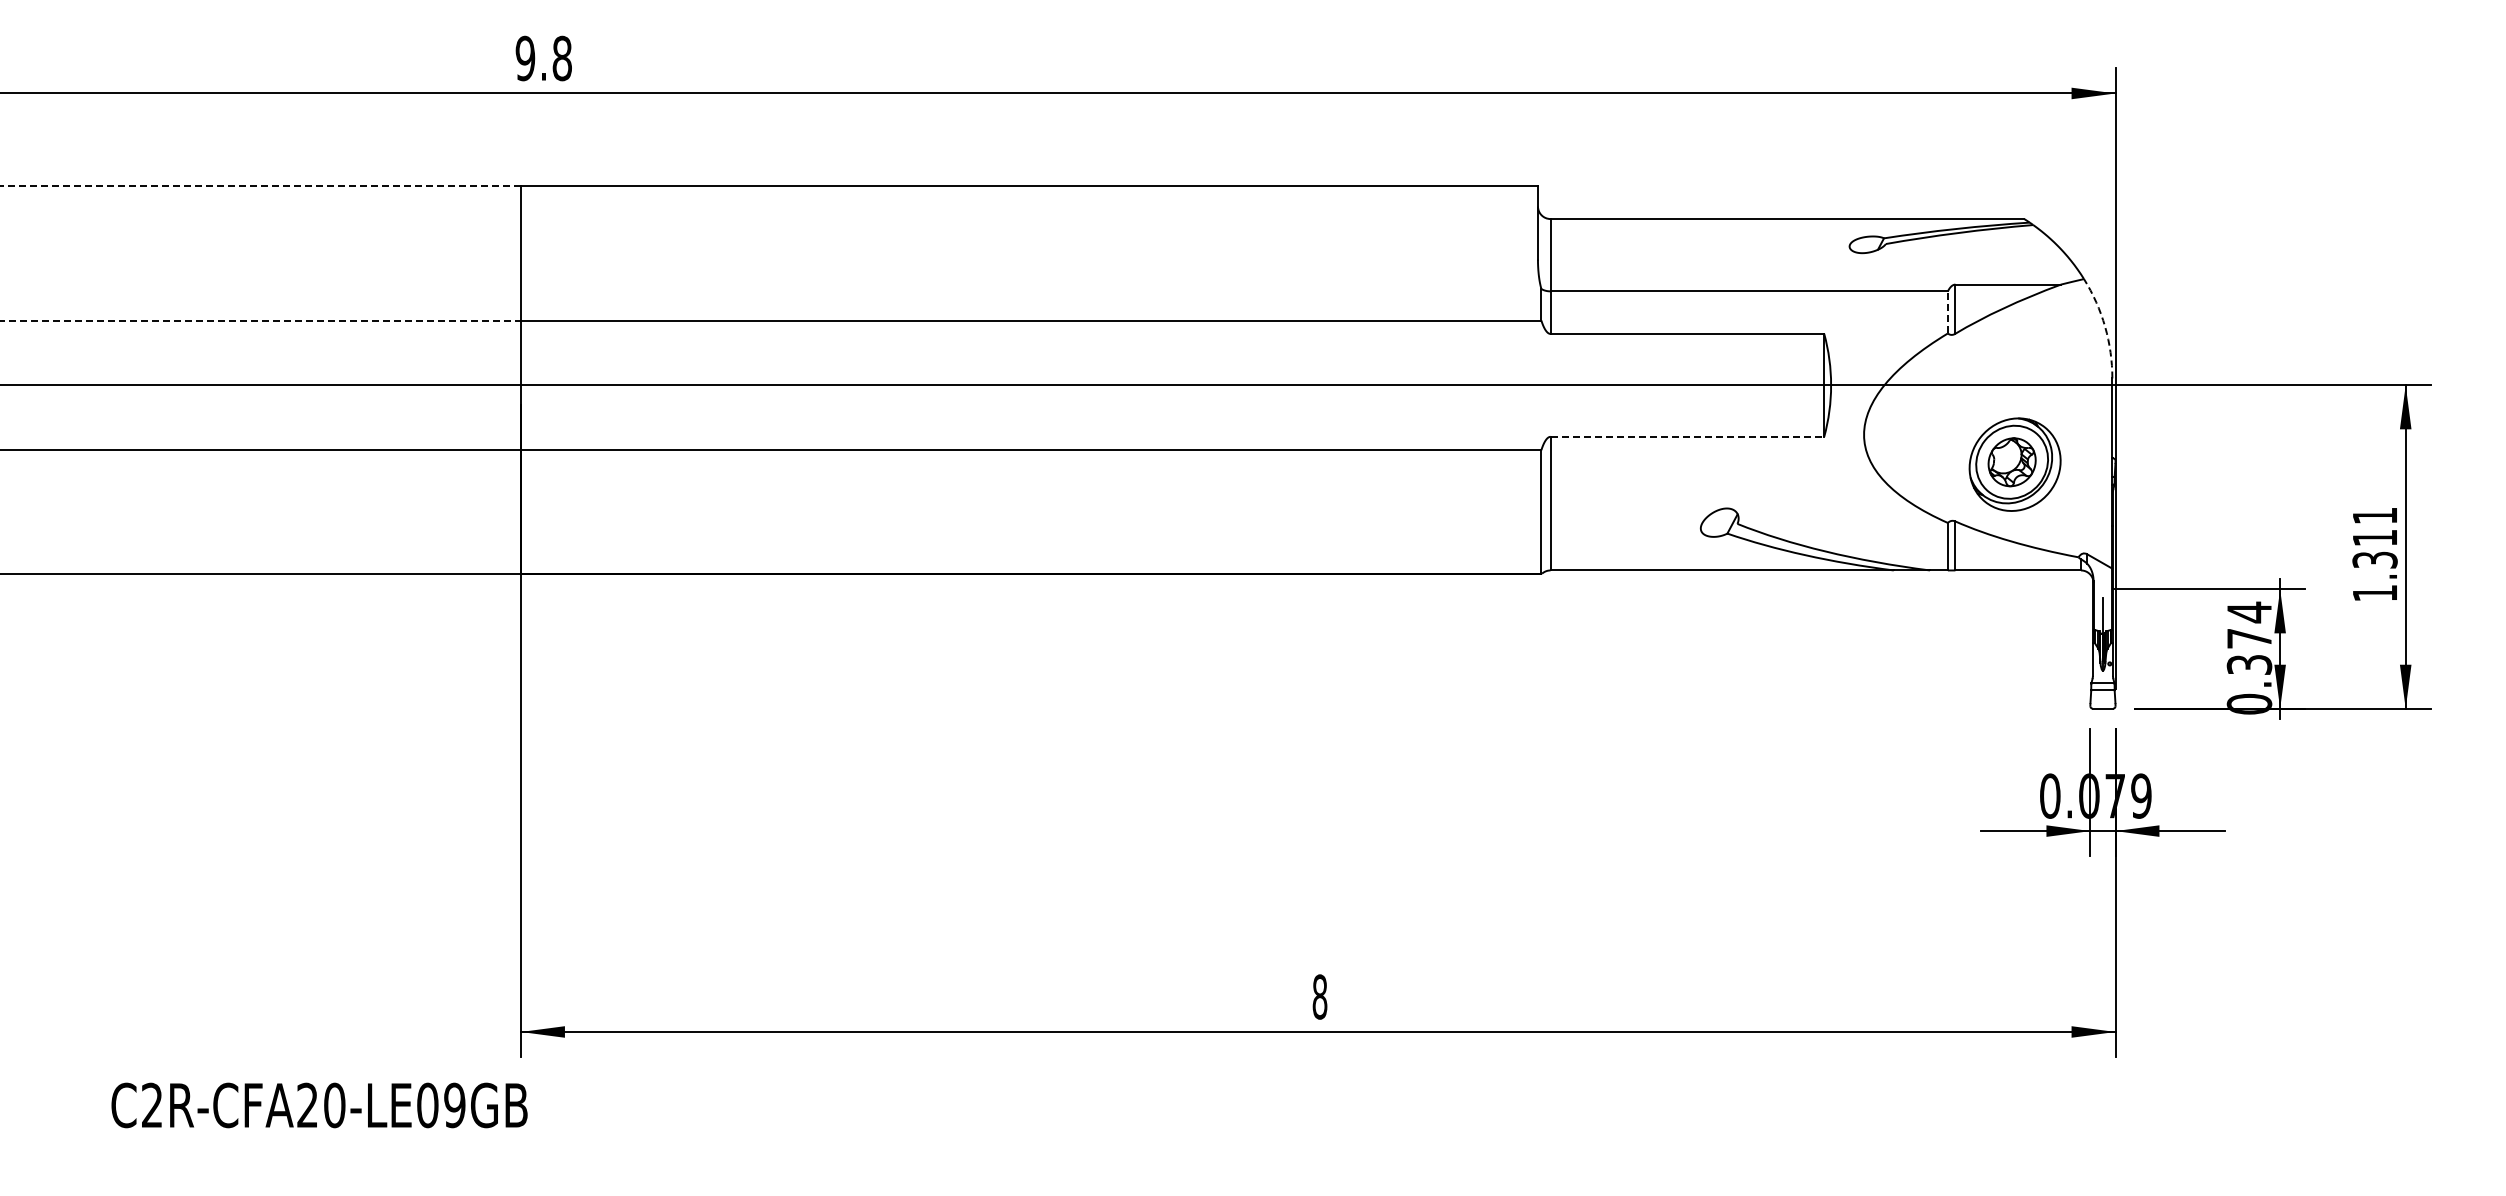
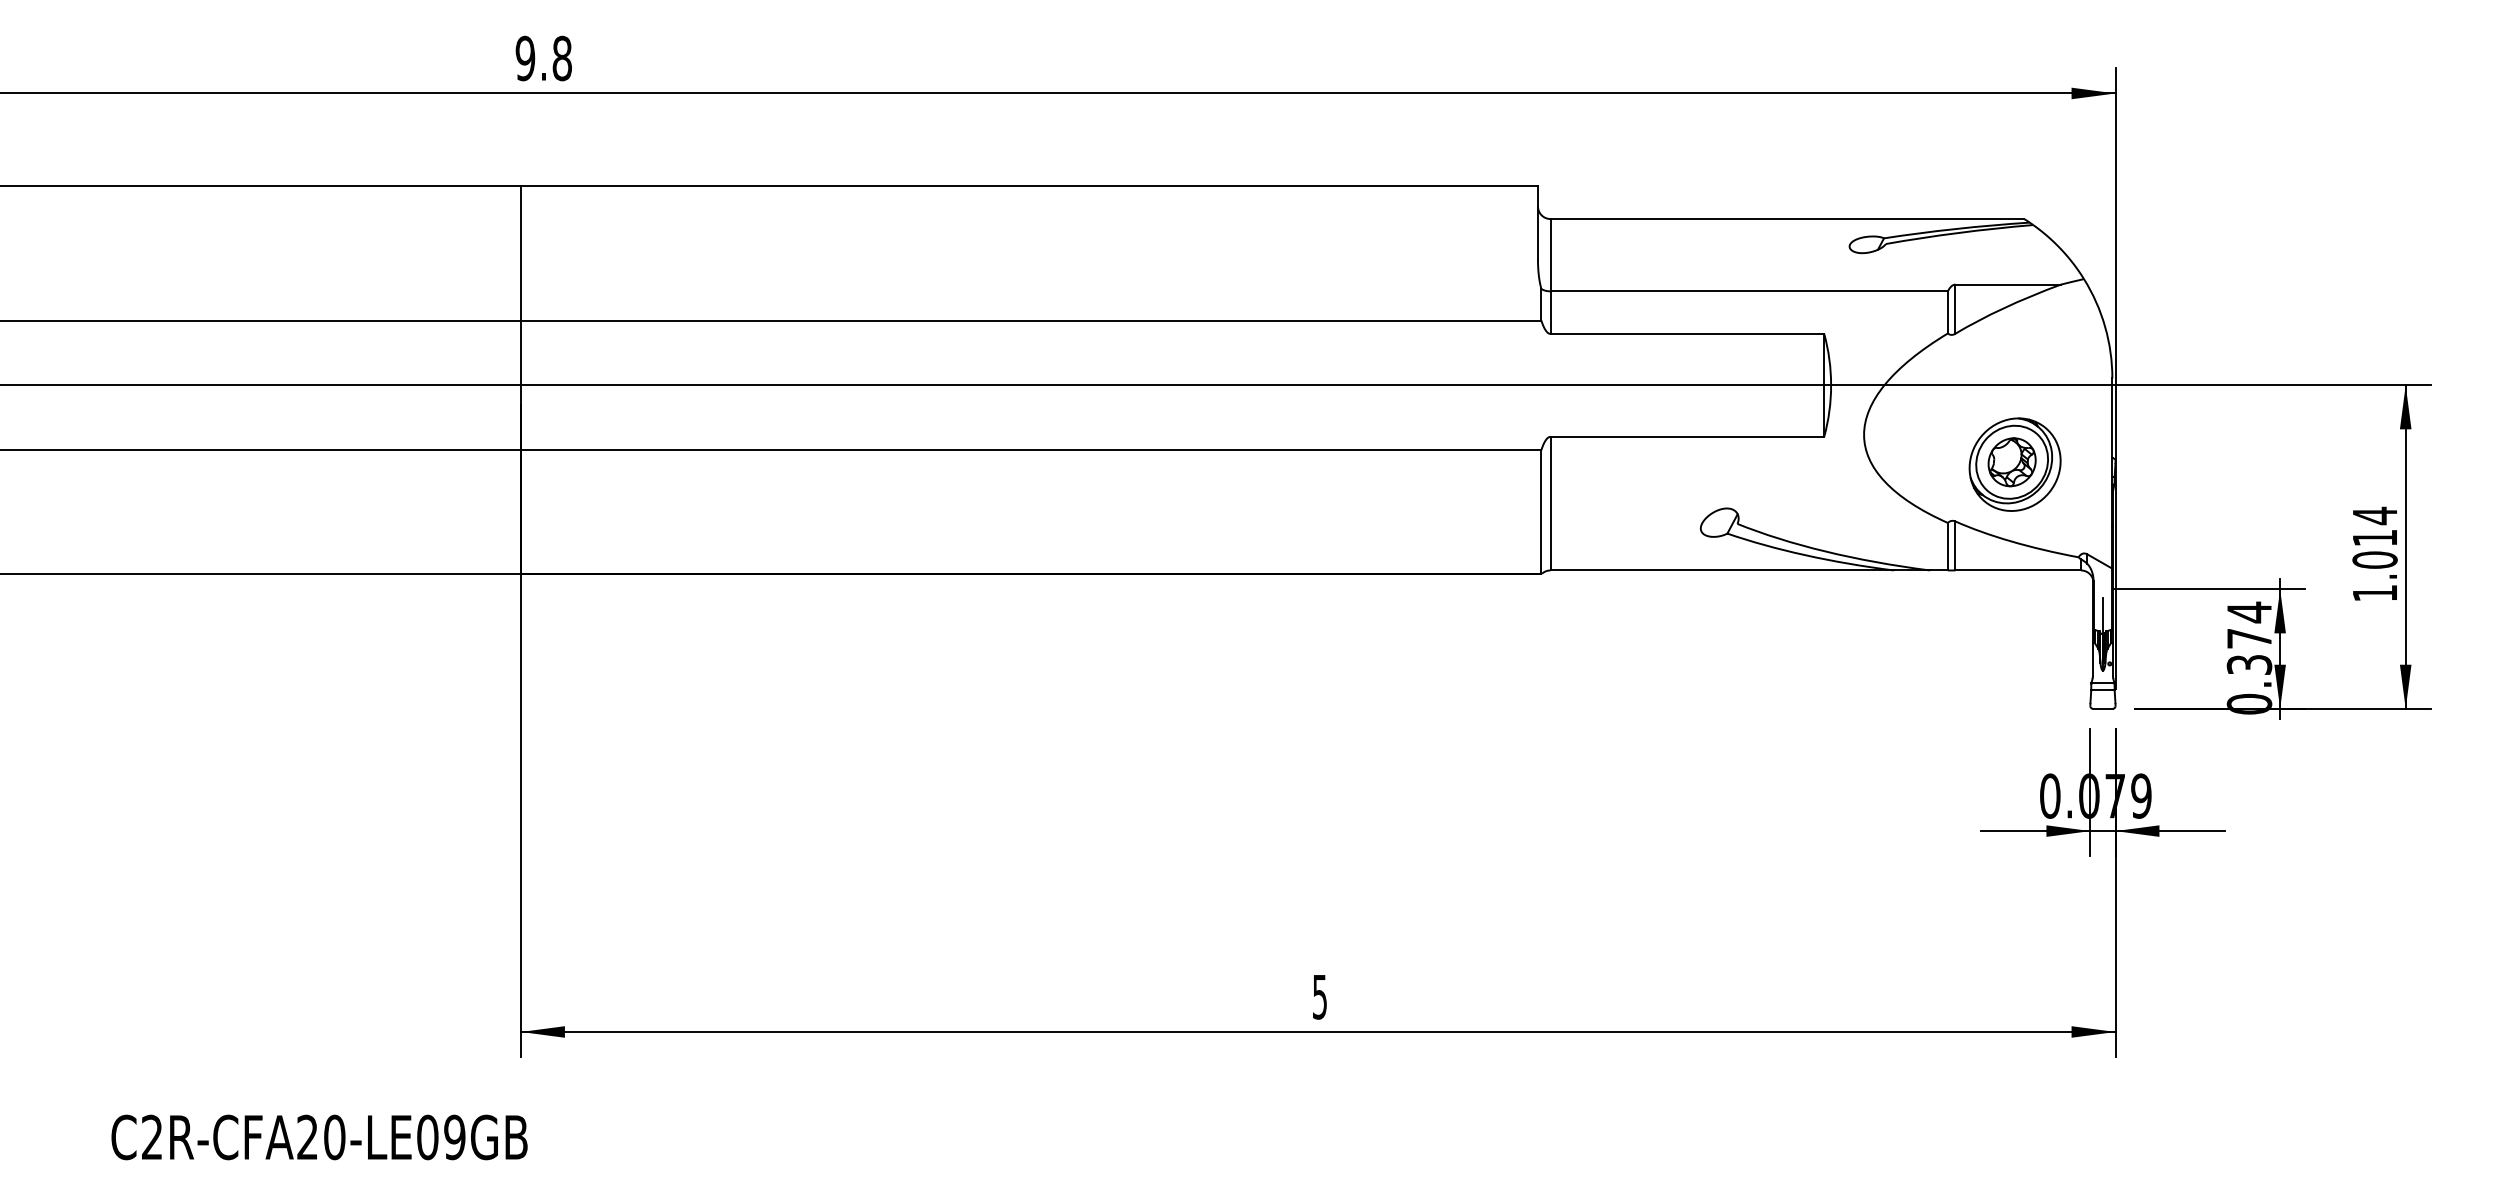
line at (260, 186): dashed -> solid
line at (1947, 311): dashed -> solid
line at (261, 320): dashed -> solid
arc at (2105, 326): dashed -> solid
line at (1687, 436): dashed -> solid
text at (2374, 537): 1.311 -> 1.014
text at (1319, 996): 8 -> 5
text at (319, 1105) position: (319, 1105) -> (319, 1137)
